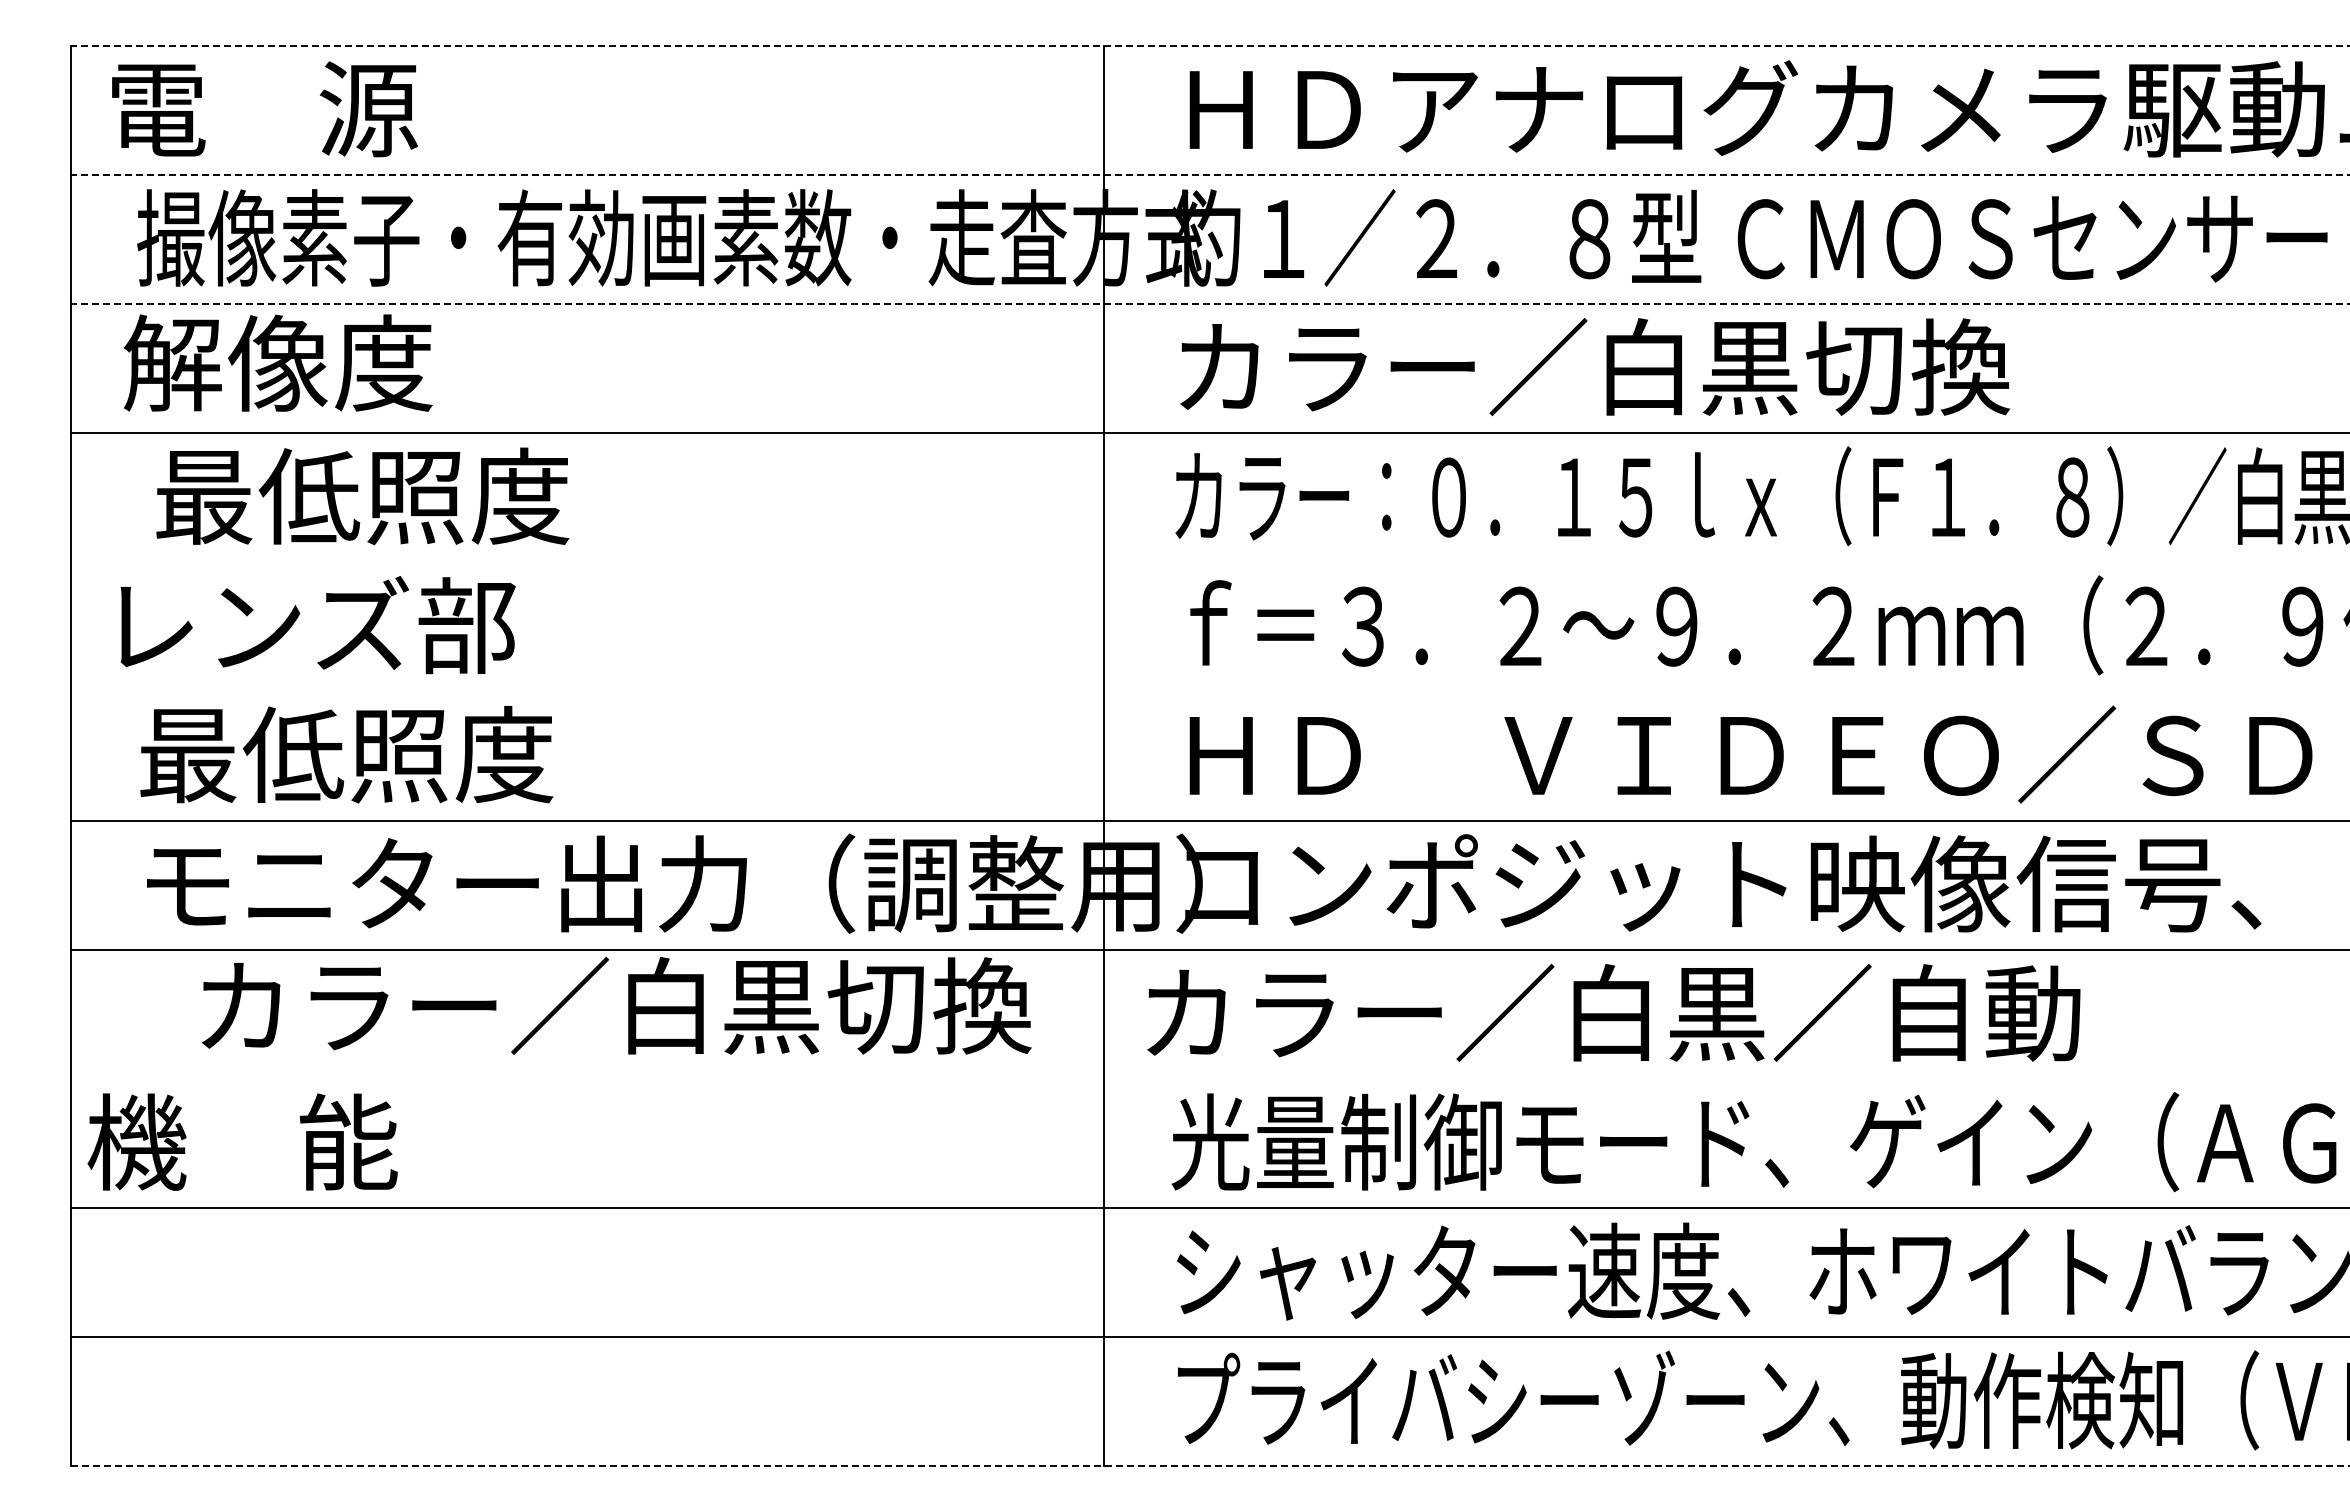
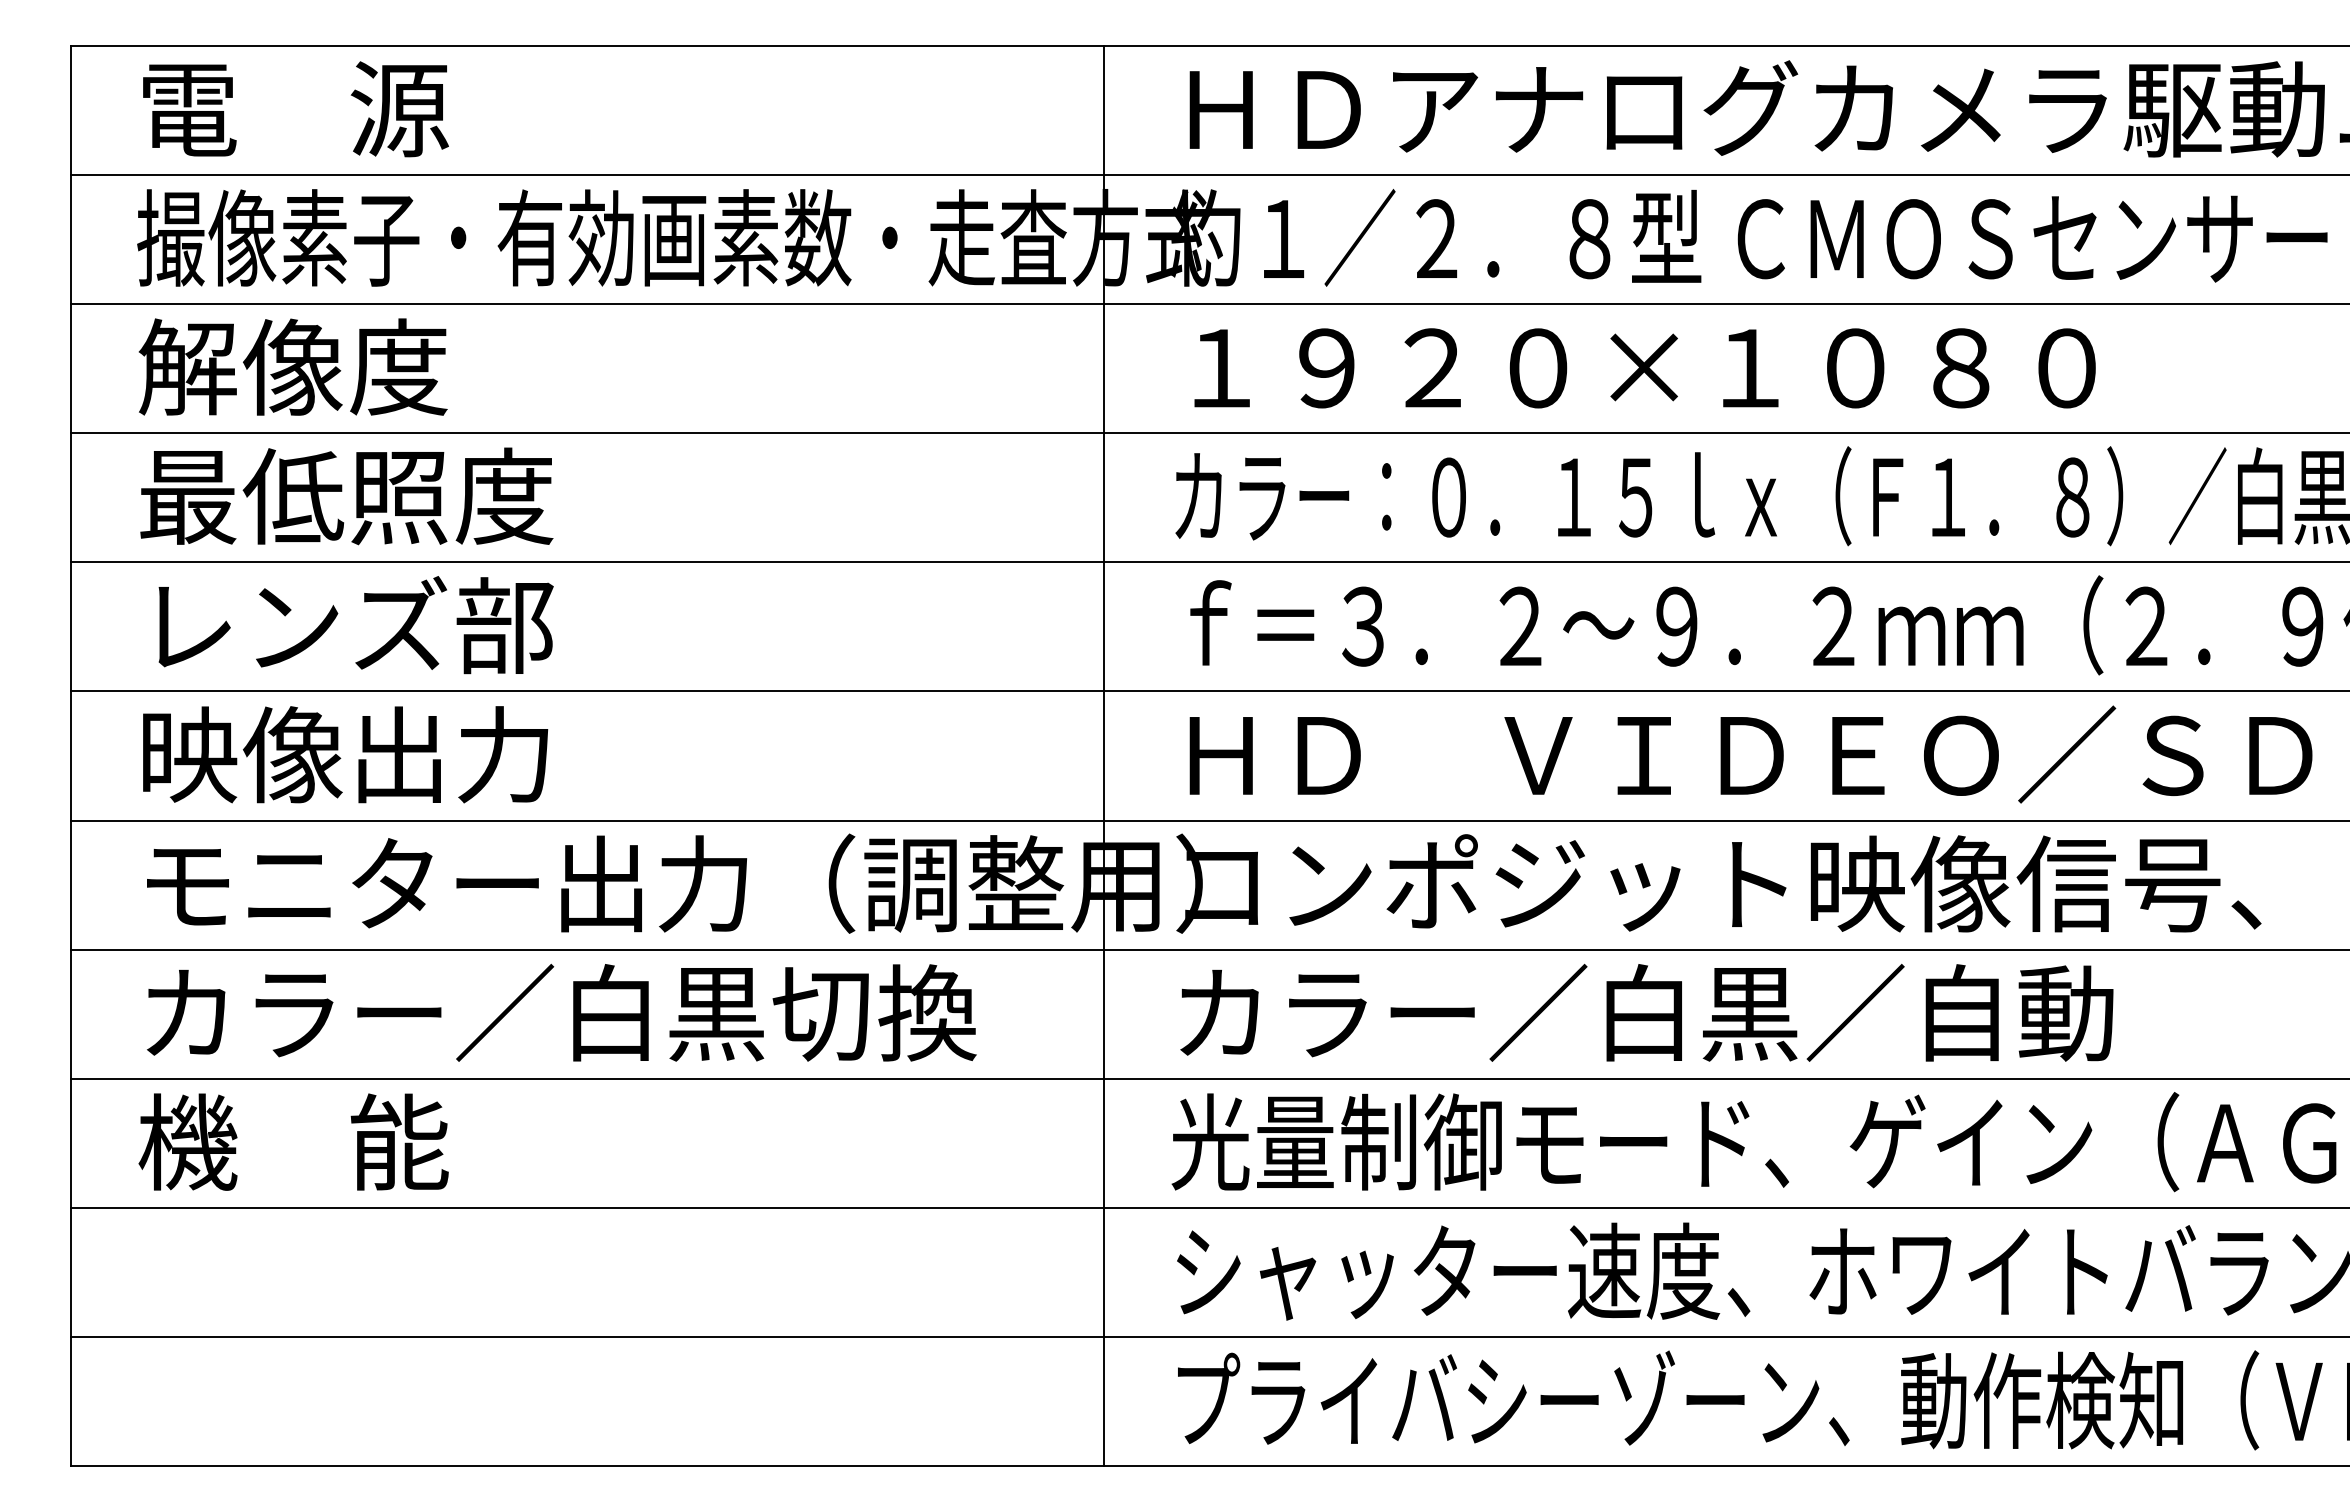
line at (1210, 45): dashed -> solid
text at (264, 109) position: (264, 109) -> (295, 109)
line at (1210, 174): dashed -> solid
line at (1210, 303): dashed -> solid
text at (277, 362) position: (277, 362) -> (292, 366)
text at (1637, 367): カラー／白黒切換 -> １９２０×１０８０
text at (362, 496) position: (362, 496) -> (346, 496)
line at (1208, 562): none -> present
text at (317, 625) position: (317, 625) -> (355, 625)
line at (1208, 691): none -> present
text at (346, 754): 最低照度 -> 映像出力
text at (616, 1005) position: (616, 1005) -> (561, 1012)
text at (1613, 1012) position: (1613, 1012) -> (1646, 1012)
line at (1208, 1078): none -> present
text at (242, 1141) position: (242, 1141) -> (293, 1141)
line at (1210, 1466): dashed -> solid
